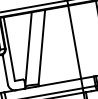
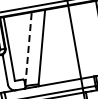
line at (28, 49): solid -> dashed
